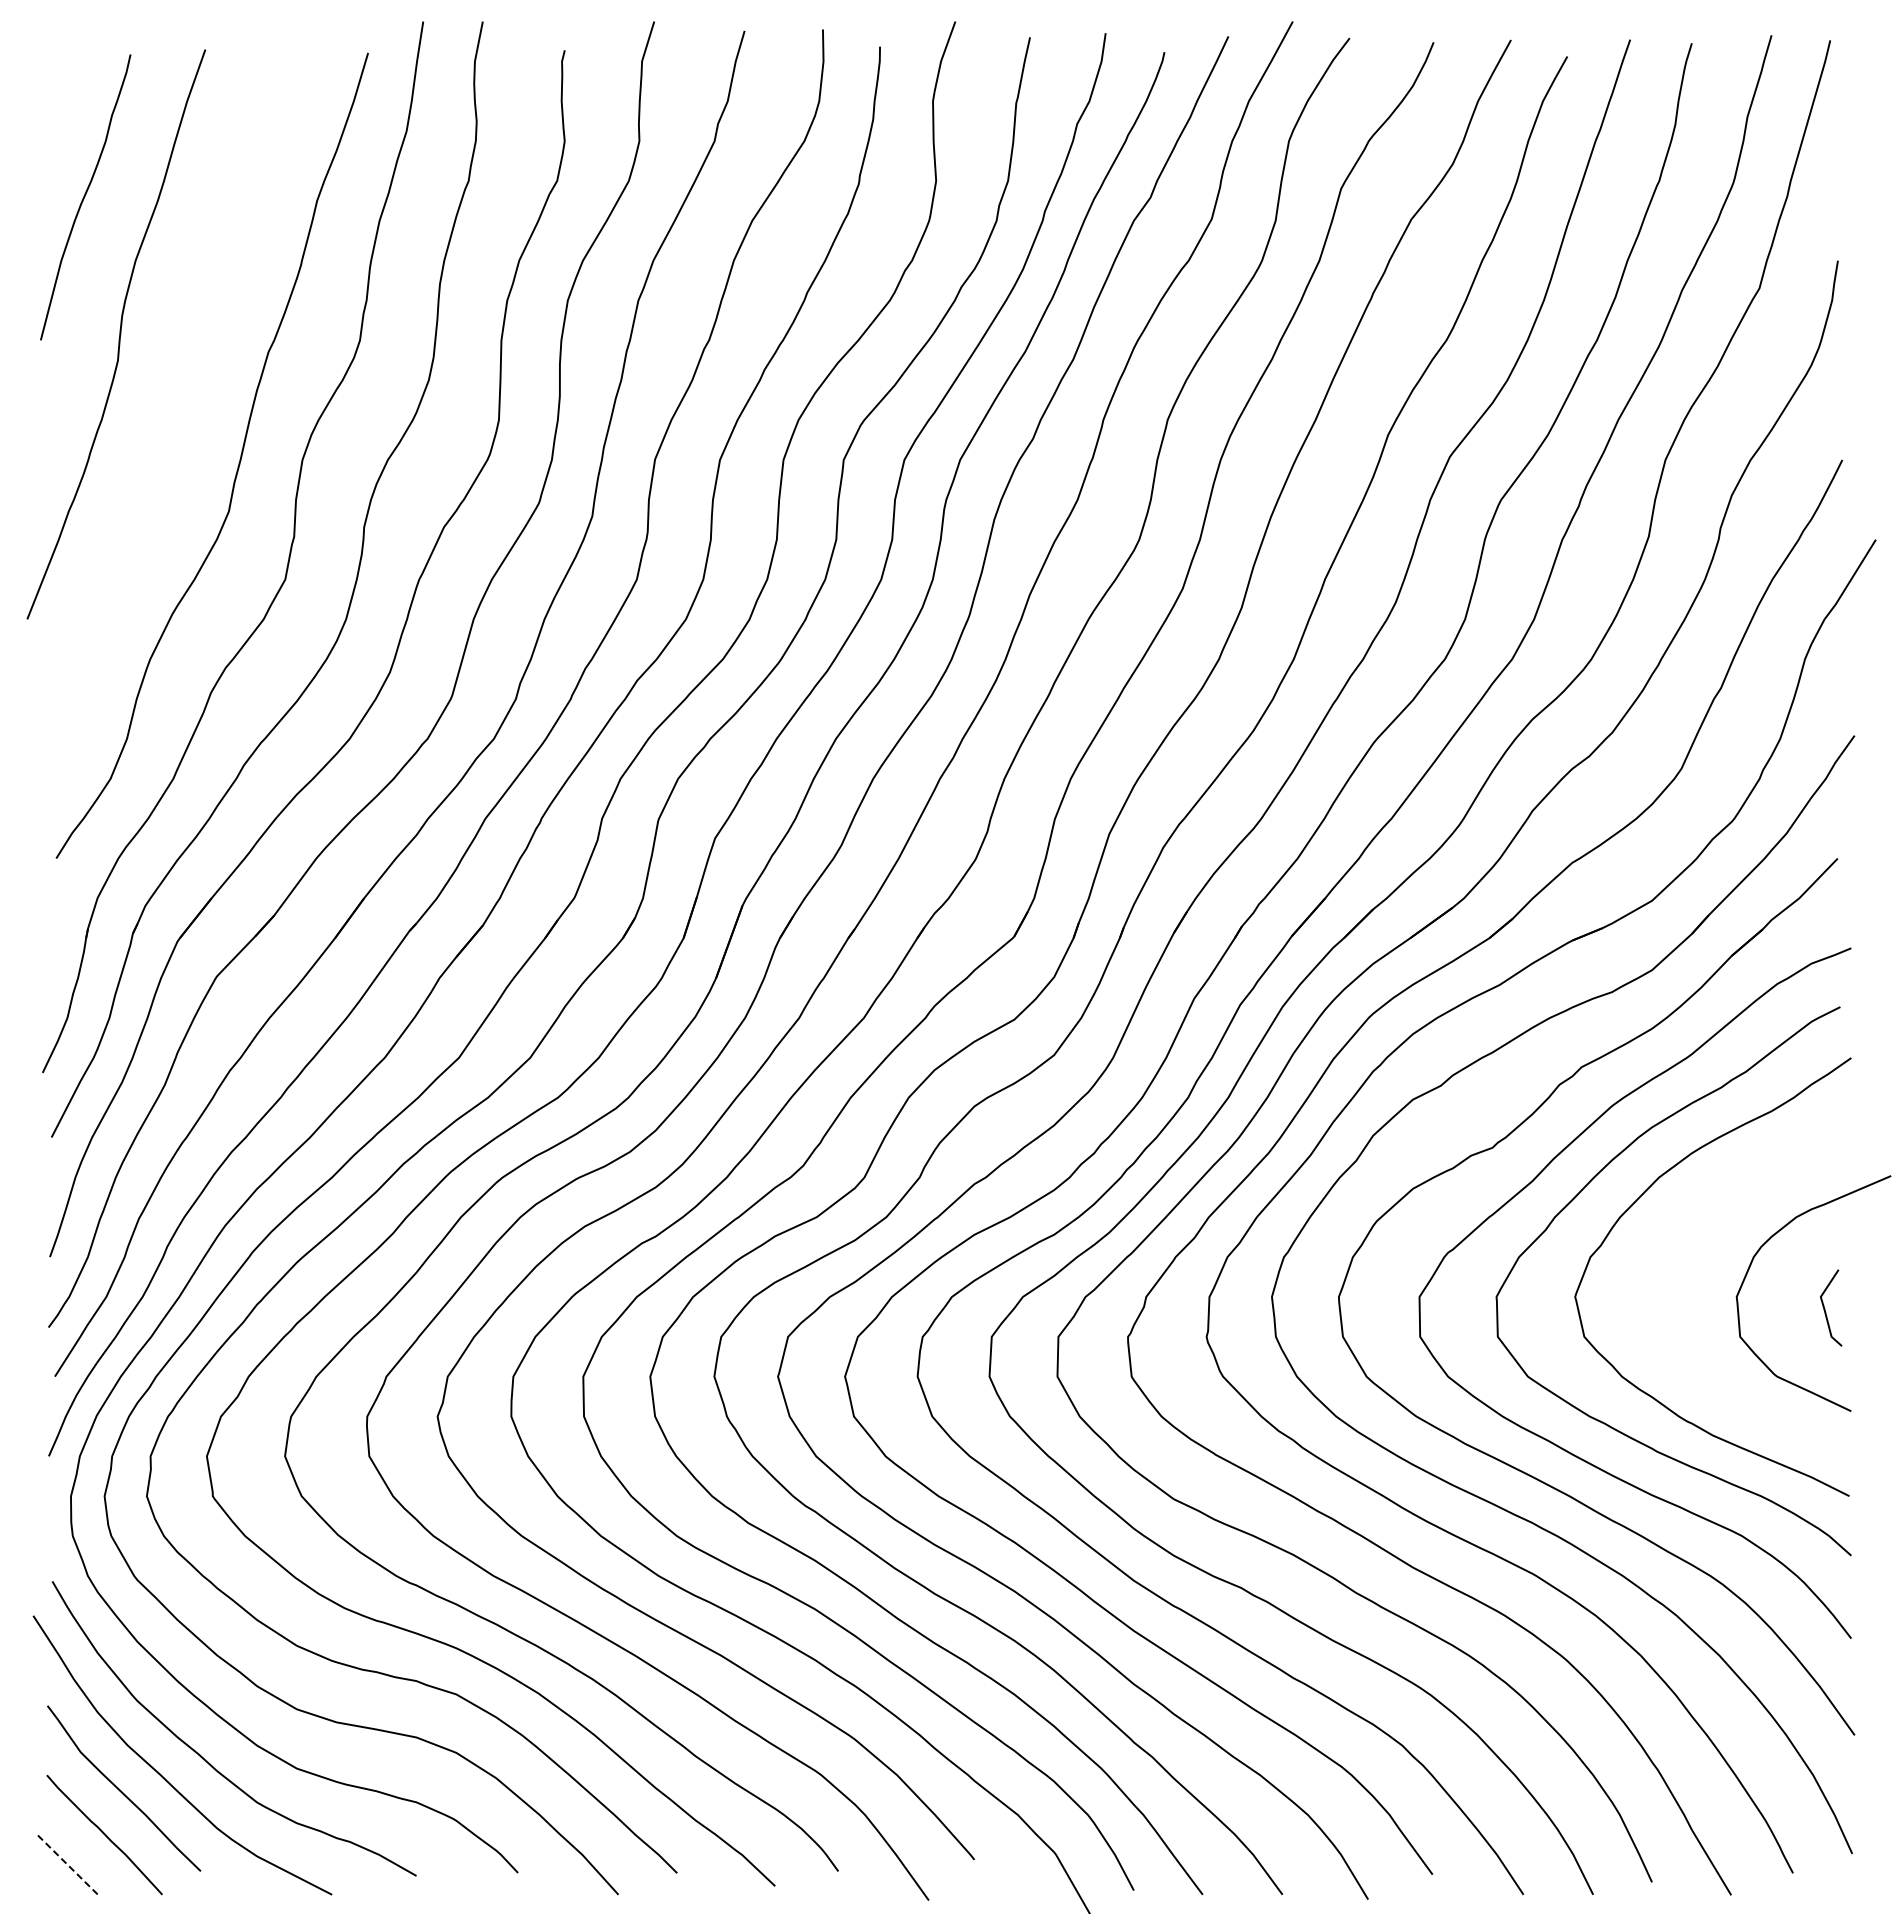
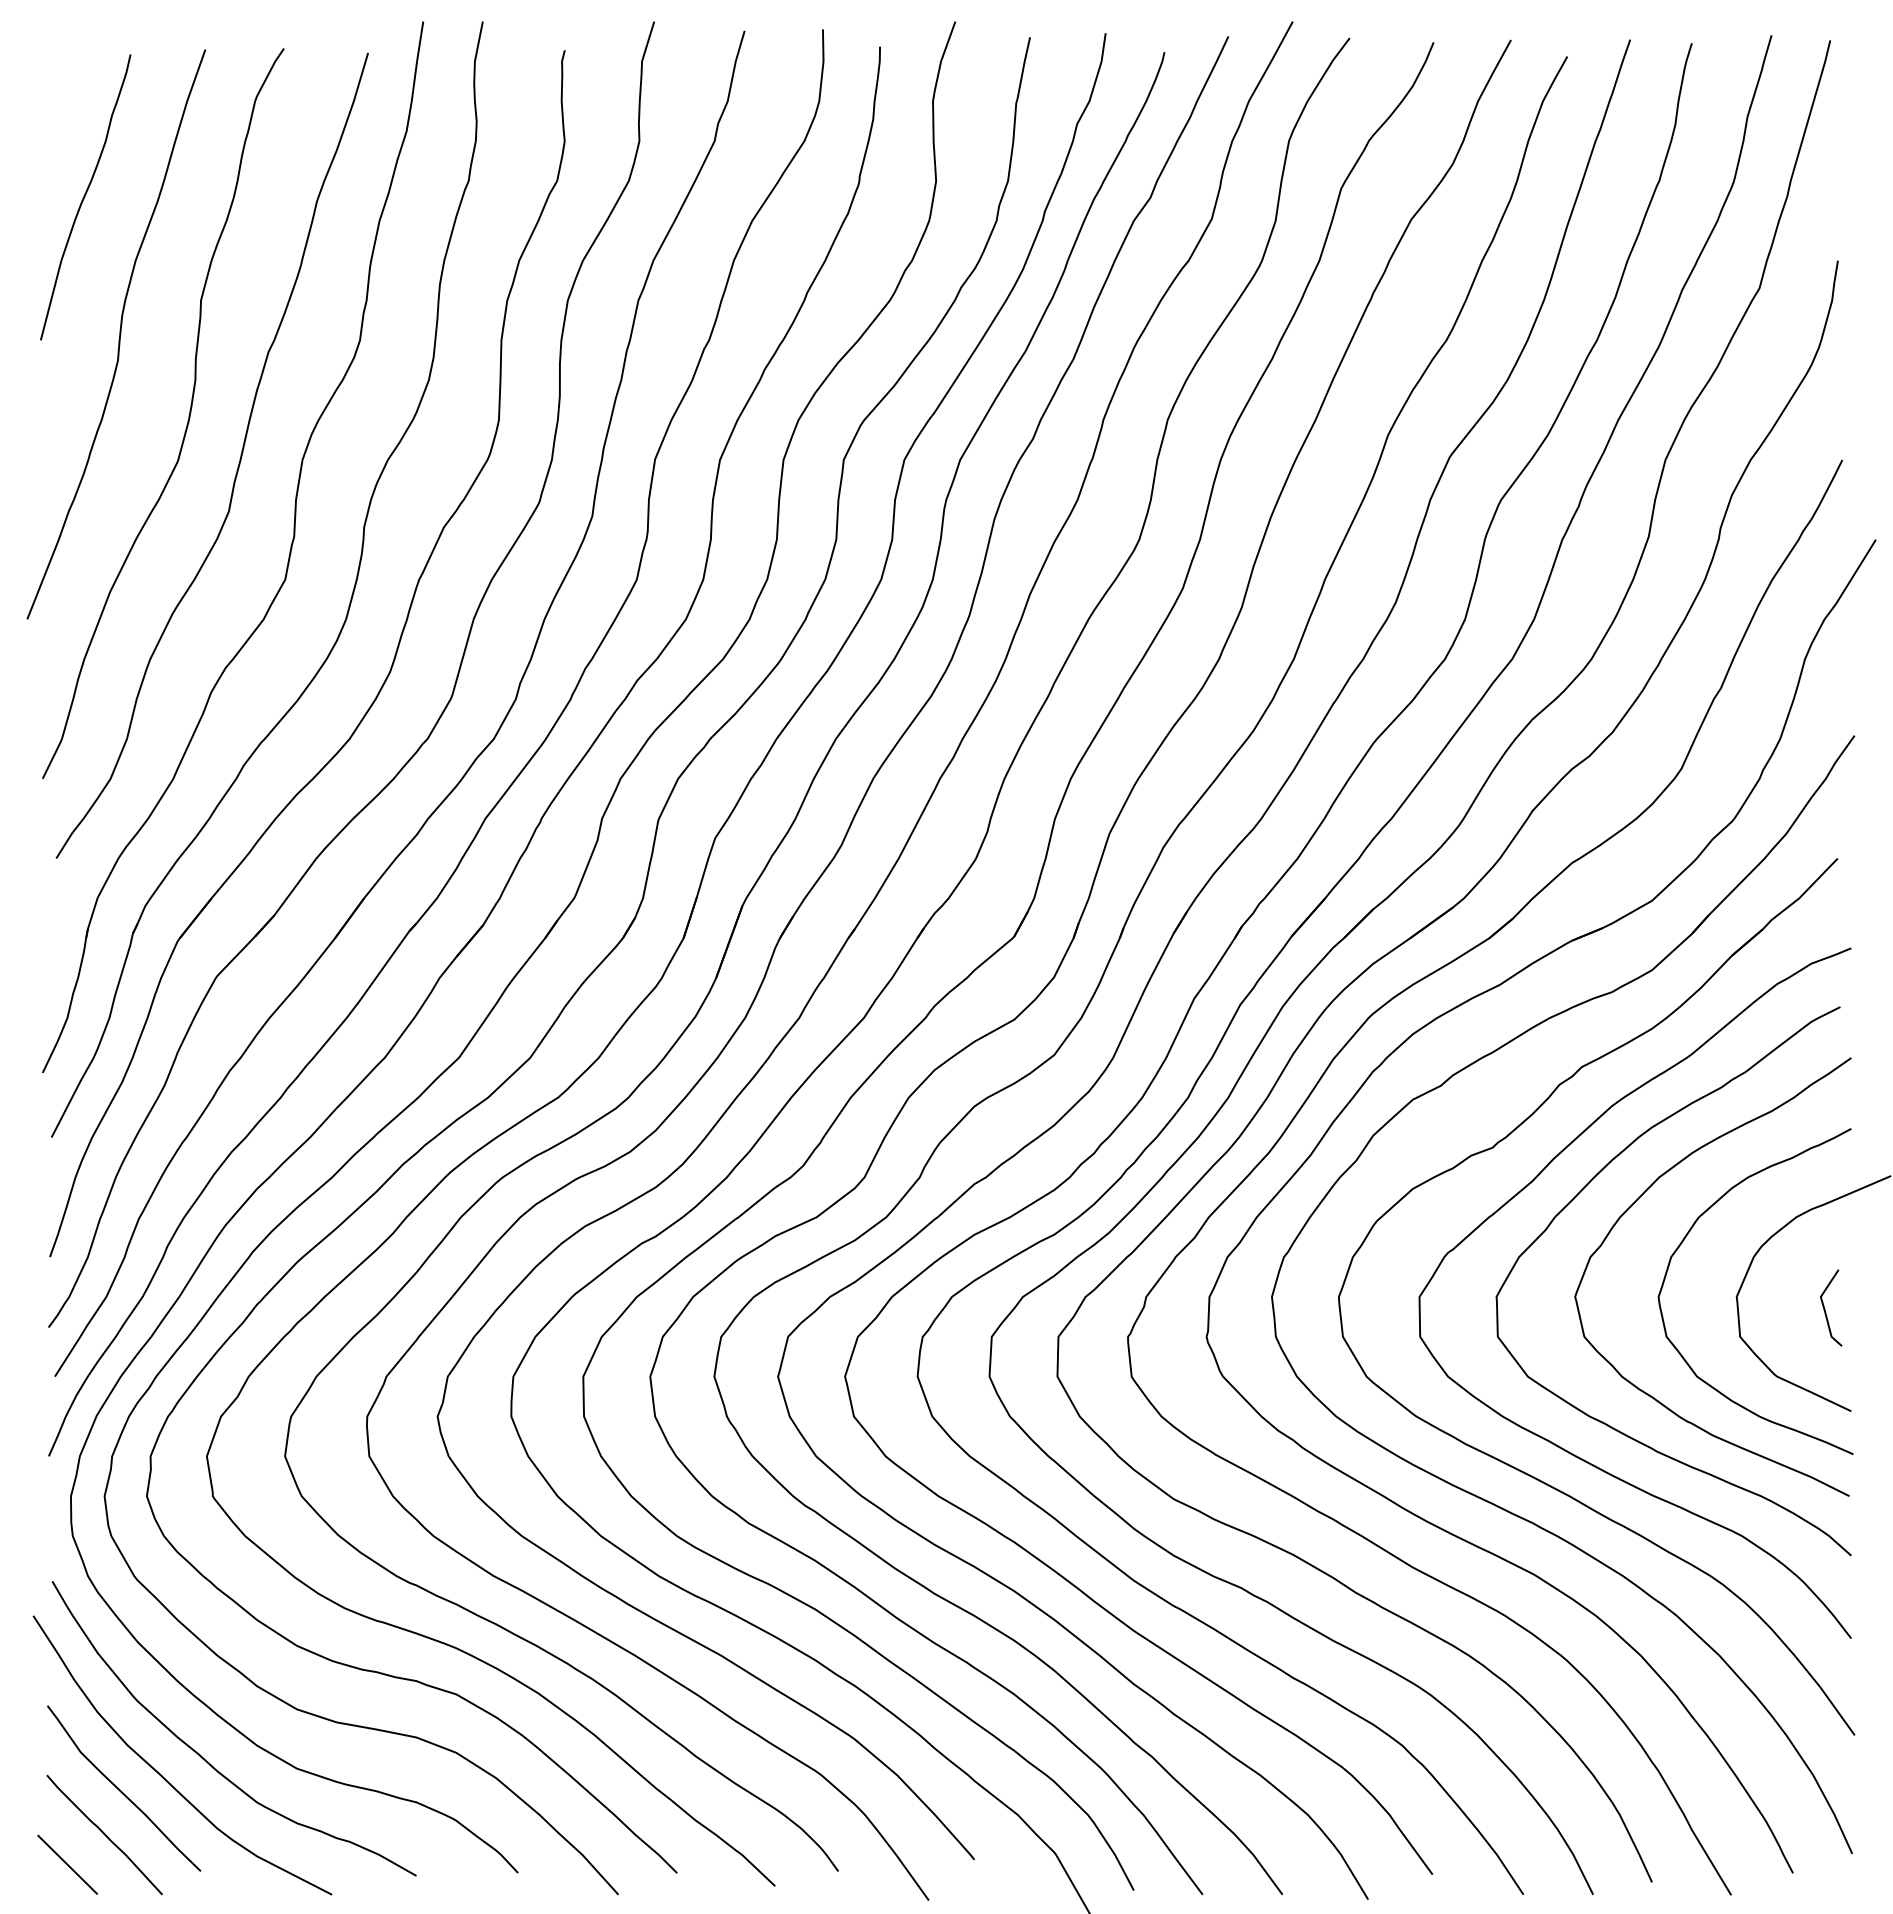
curve at (187, 420): none -> present
curve at (1682, 1243): none -> present
line at (67, 1864): dashed -> solid
